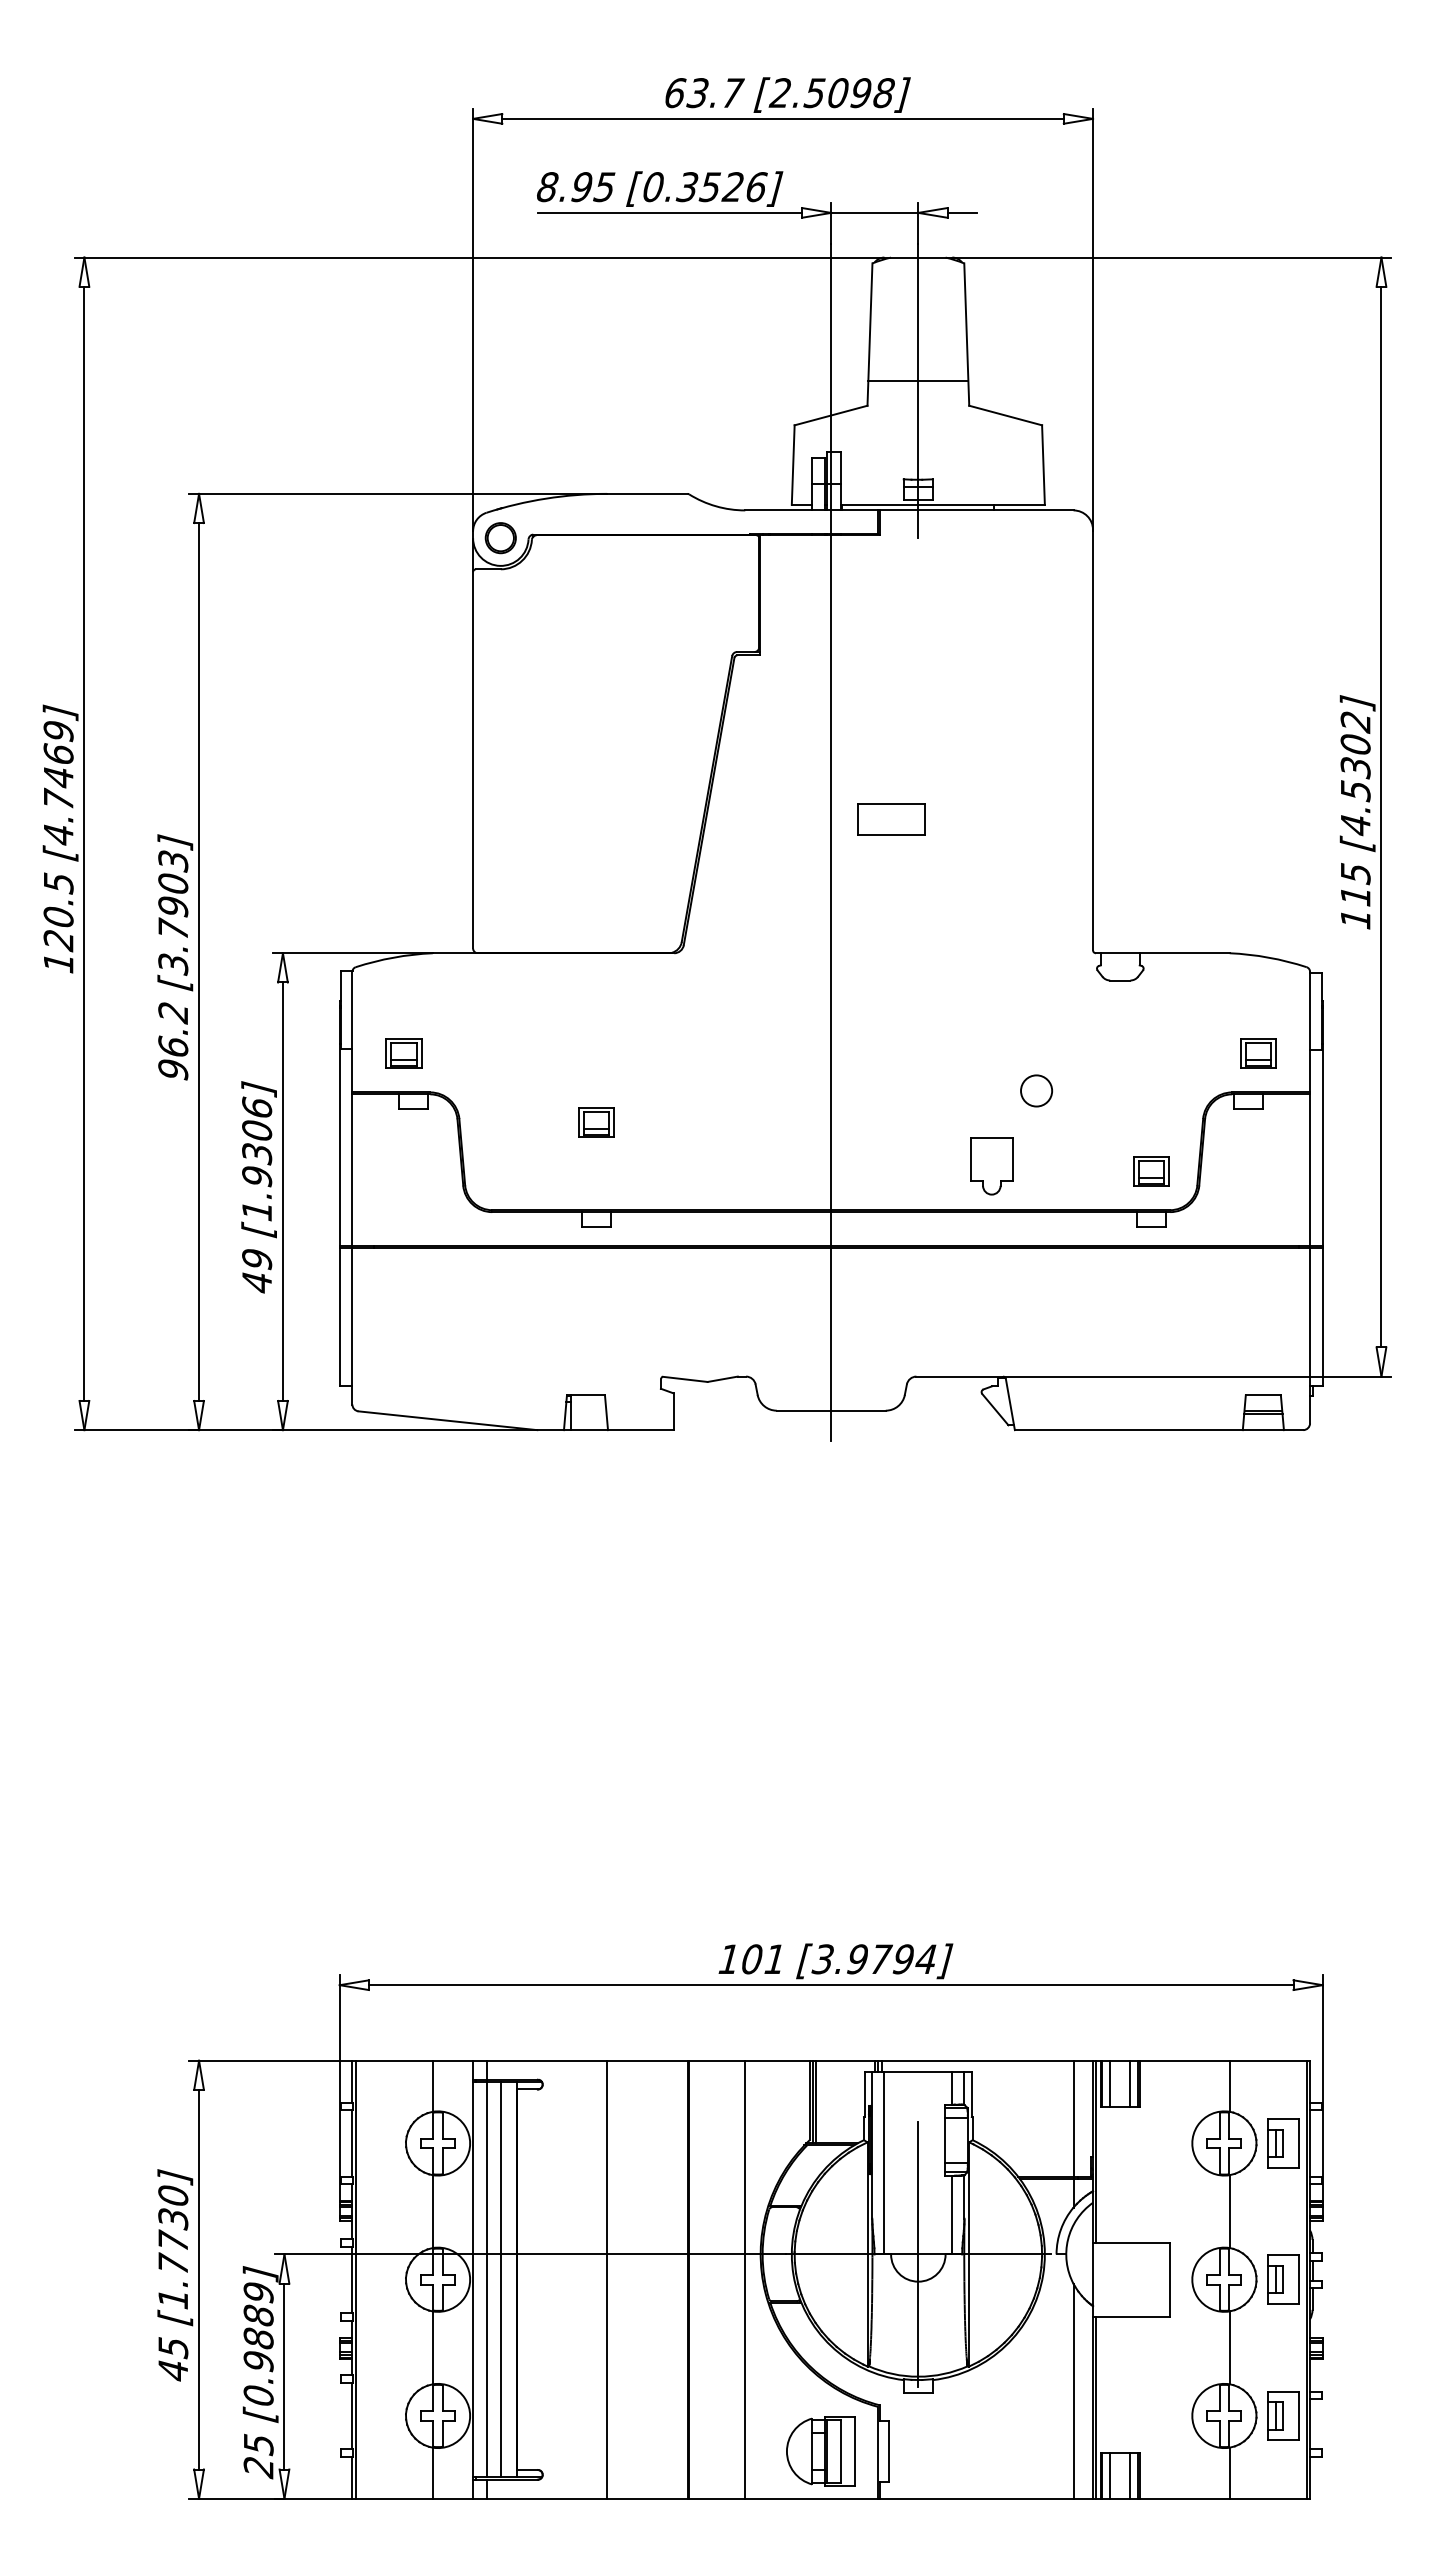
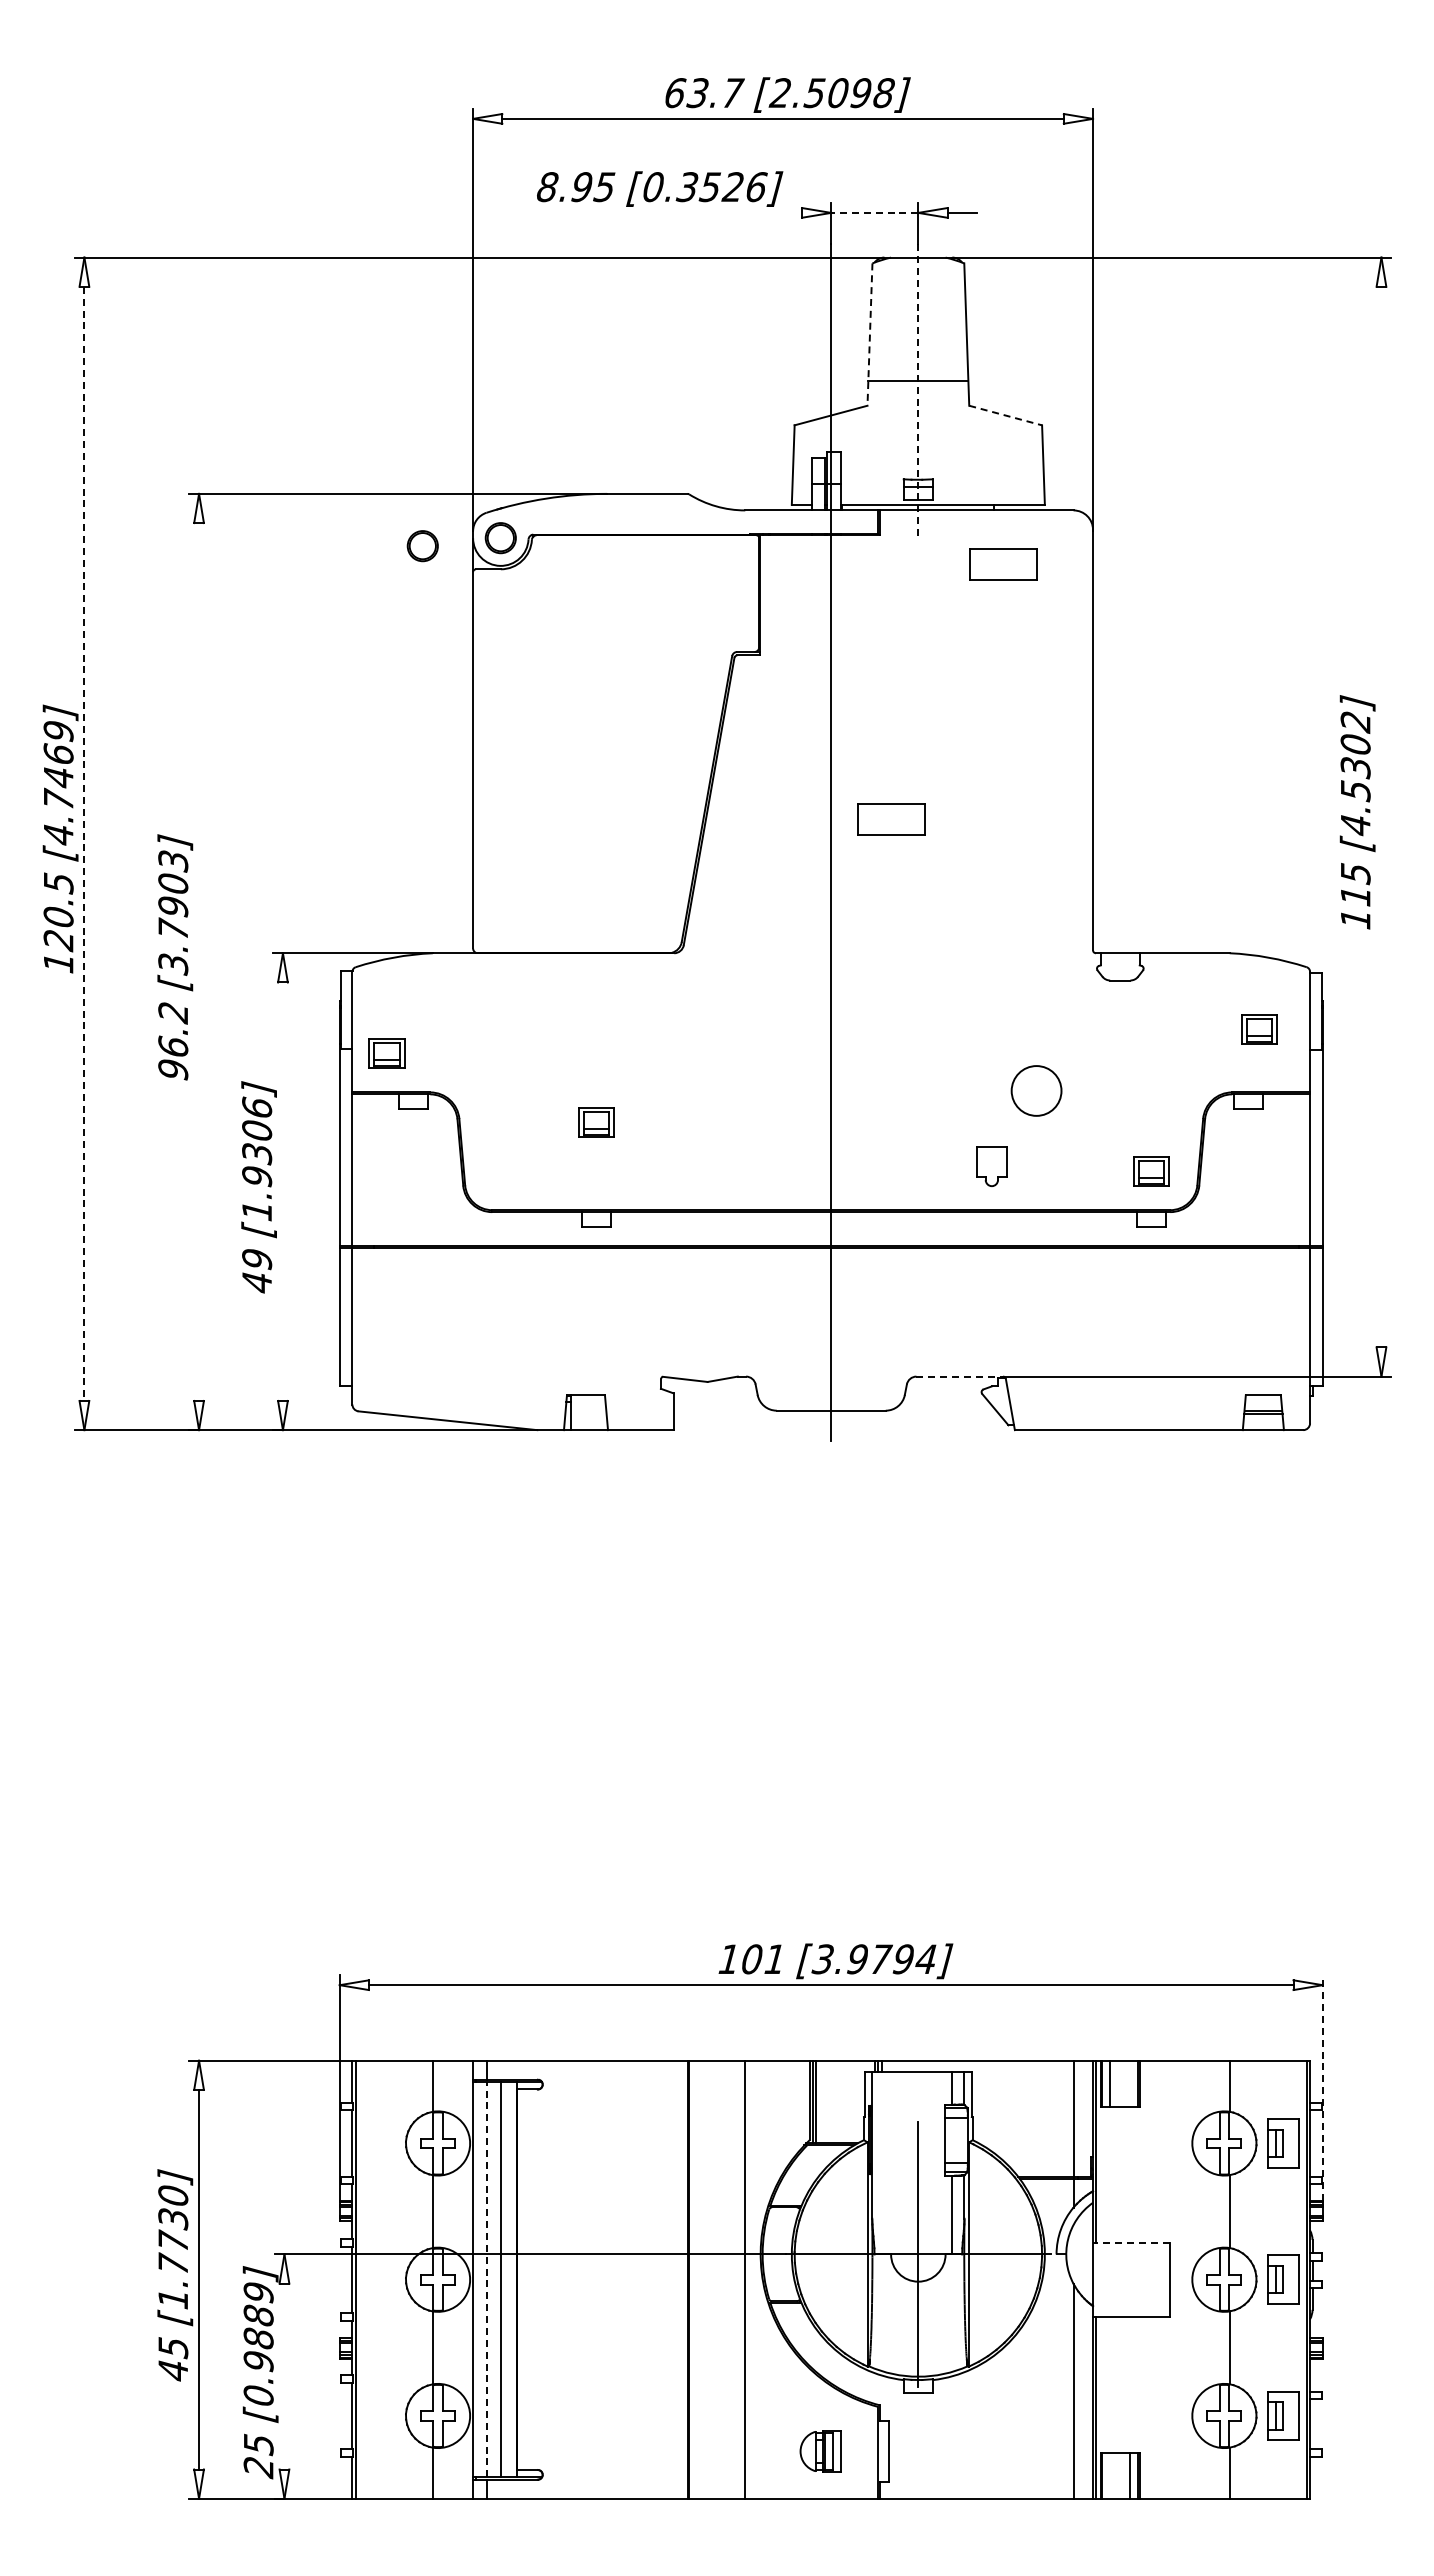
line at (670, 212): present -> none
line at (874, 212): solid -> dashed
line at (869, 335): solid -> dashed
line at (918, 390): solid -> dashed
line at (1005, 415): solid -> dashed
part at (422, 546): none -> present
part at (1003, 564): none -> present
line at (1381, 816): present -> none
line at (84, 844): solid -> dashed
line at (199, 961): present -> none
part at (403, 1053) position: (403, 1053) -> (386, 1053)
part at (1258, 1053) position: (1258, 1053) -> (1259, 1029)
circle at (1036, 1090) diameter: 31 px -> 50 px
part at (991, 1166) size: 44x59 px -> 32x41 px
line at (282, 1191): present -> none
line at (960, 1376): solid -> dashed
line at (1130, 2083): present -> none
line at (1322, 2088): solid -> dashed
line at (884, 2163): present -> none
line at (1130, 2242): solid -> dashed
line at (486, 2279): solid -> dashed
line at (607, 2279): present -> none
line at (284, 2376): present -> none
part at (820, 2451) size: 70x71 px -> 43x43 px
line at (1110, 2475): present -> none
